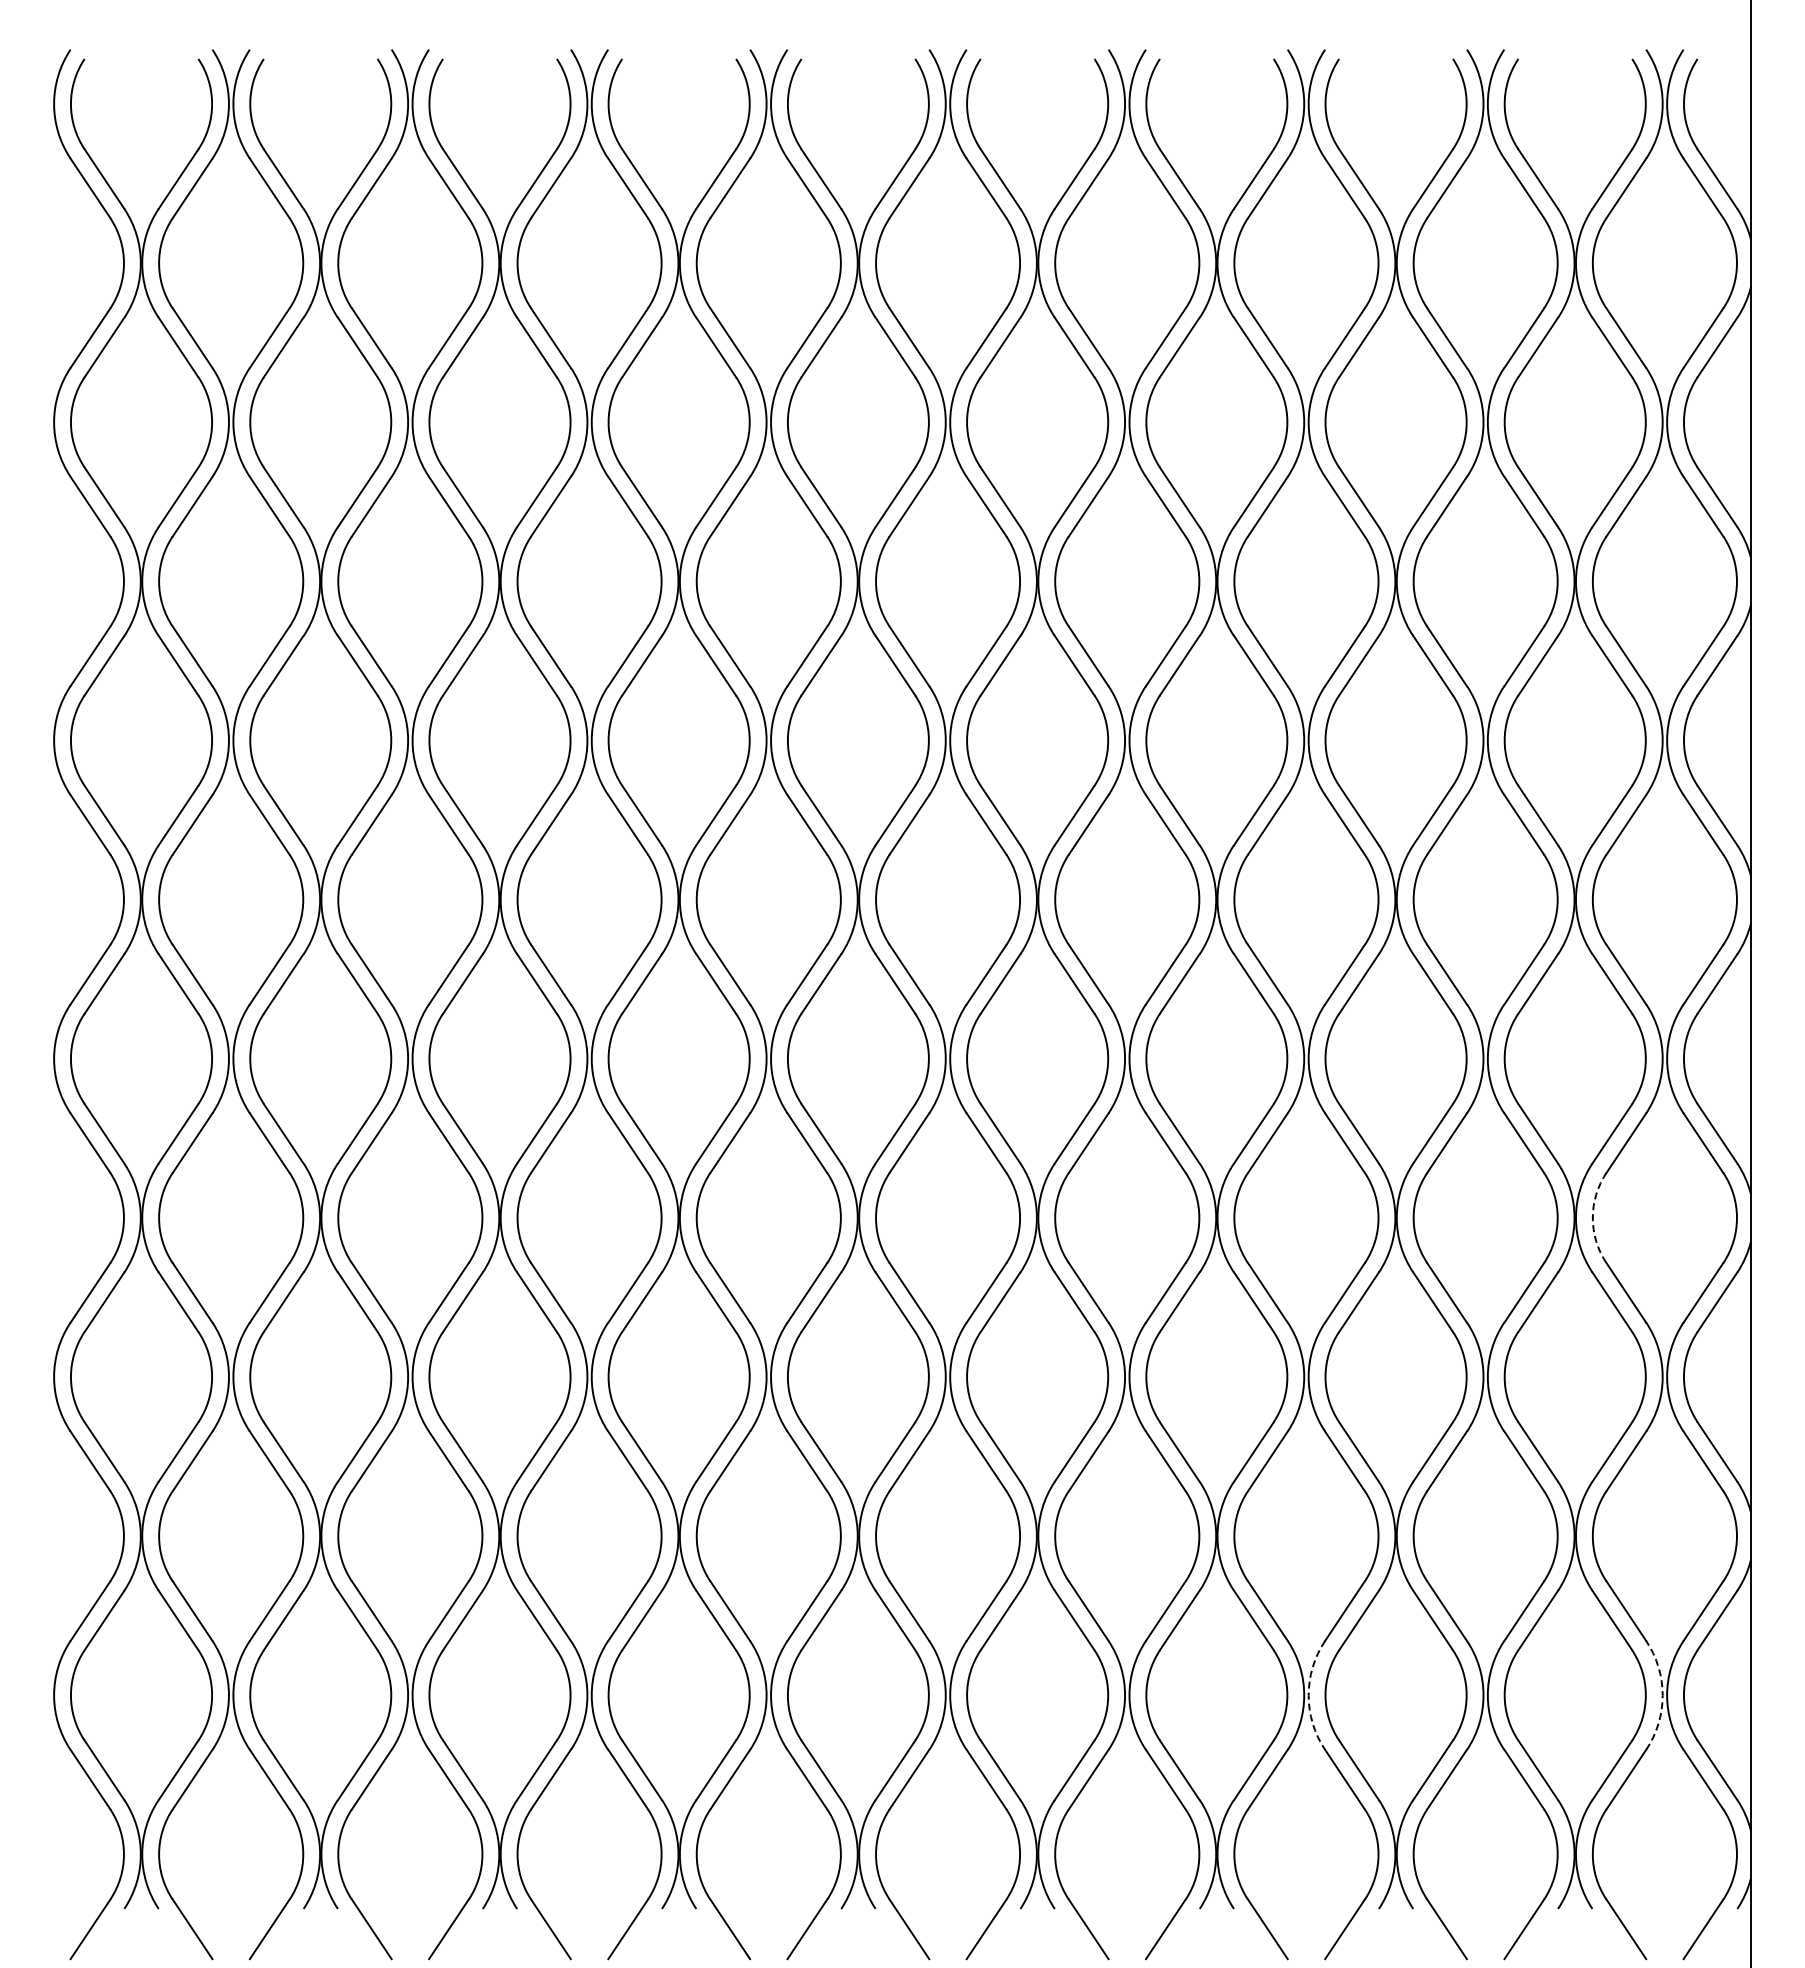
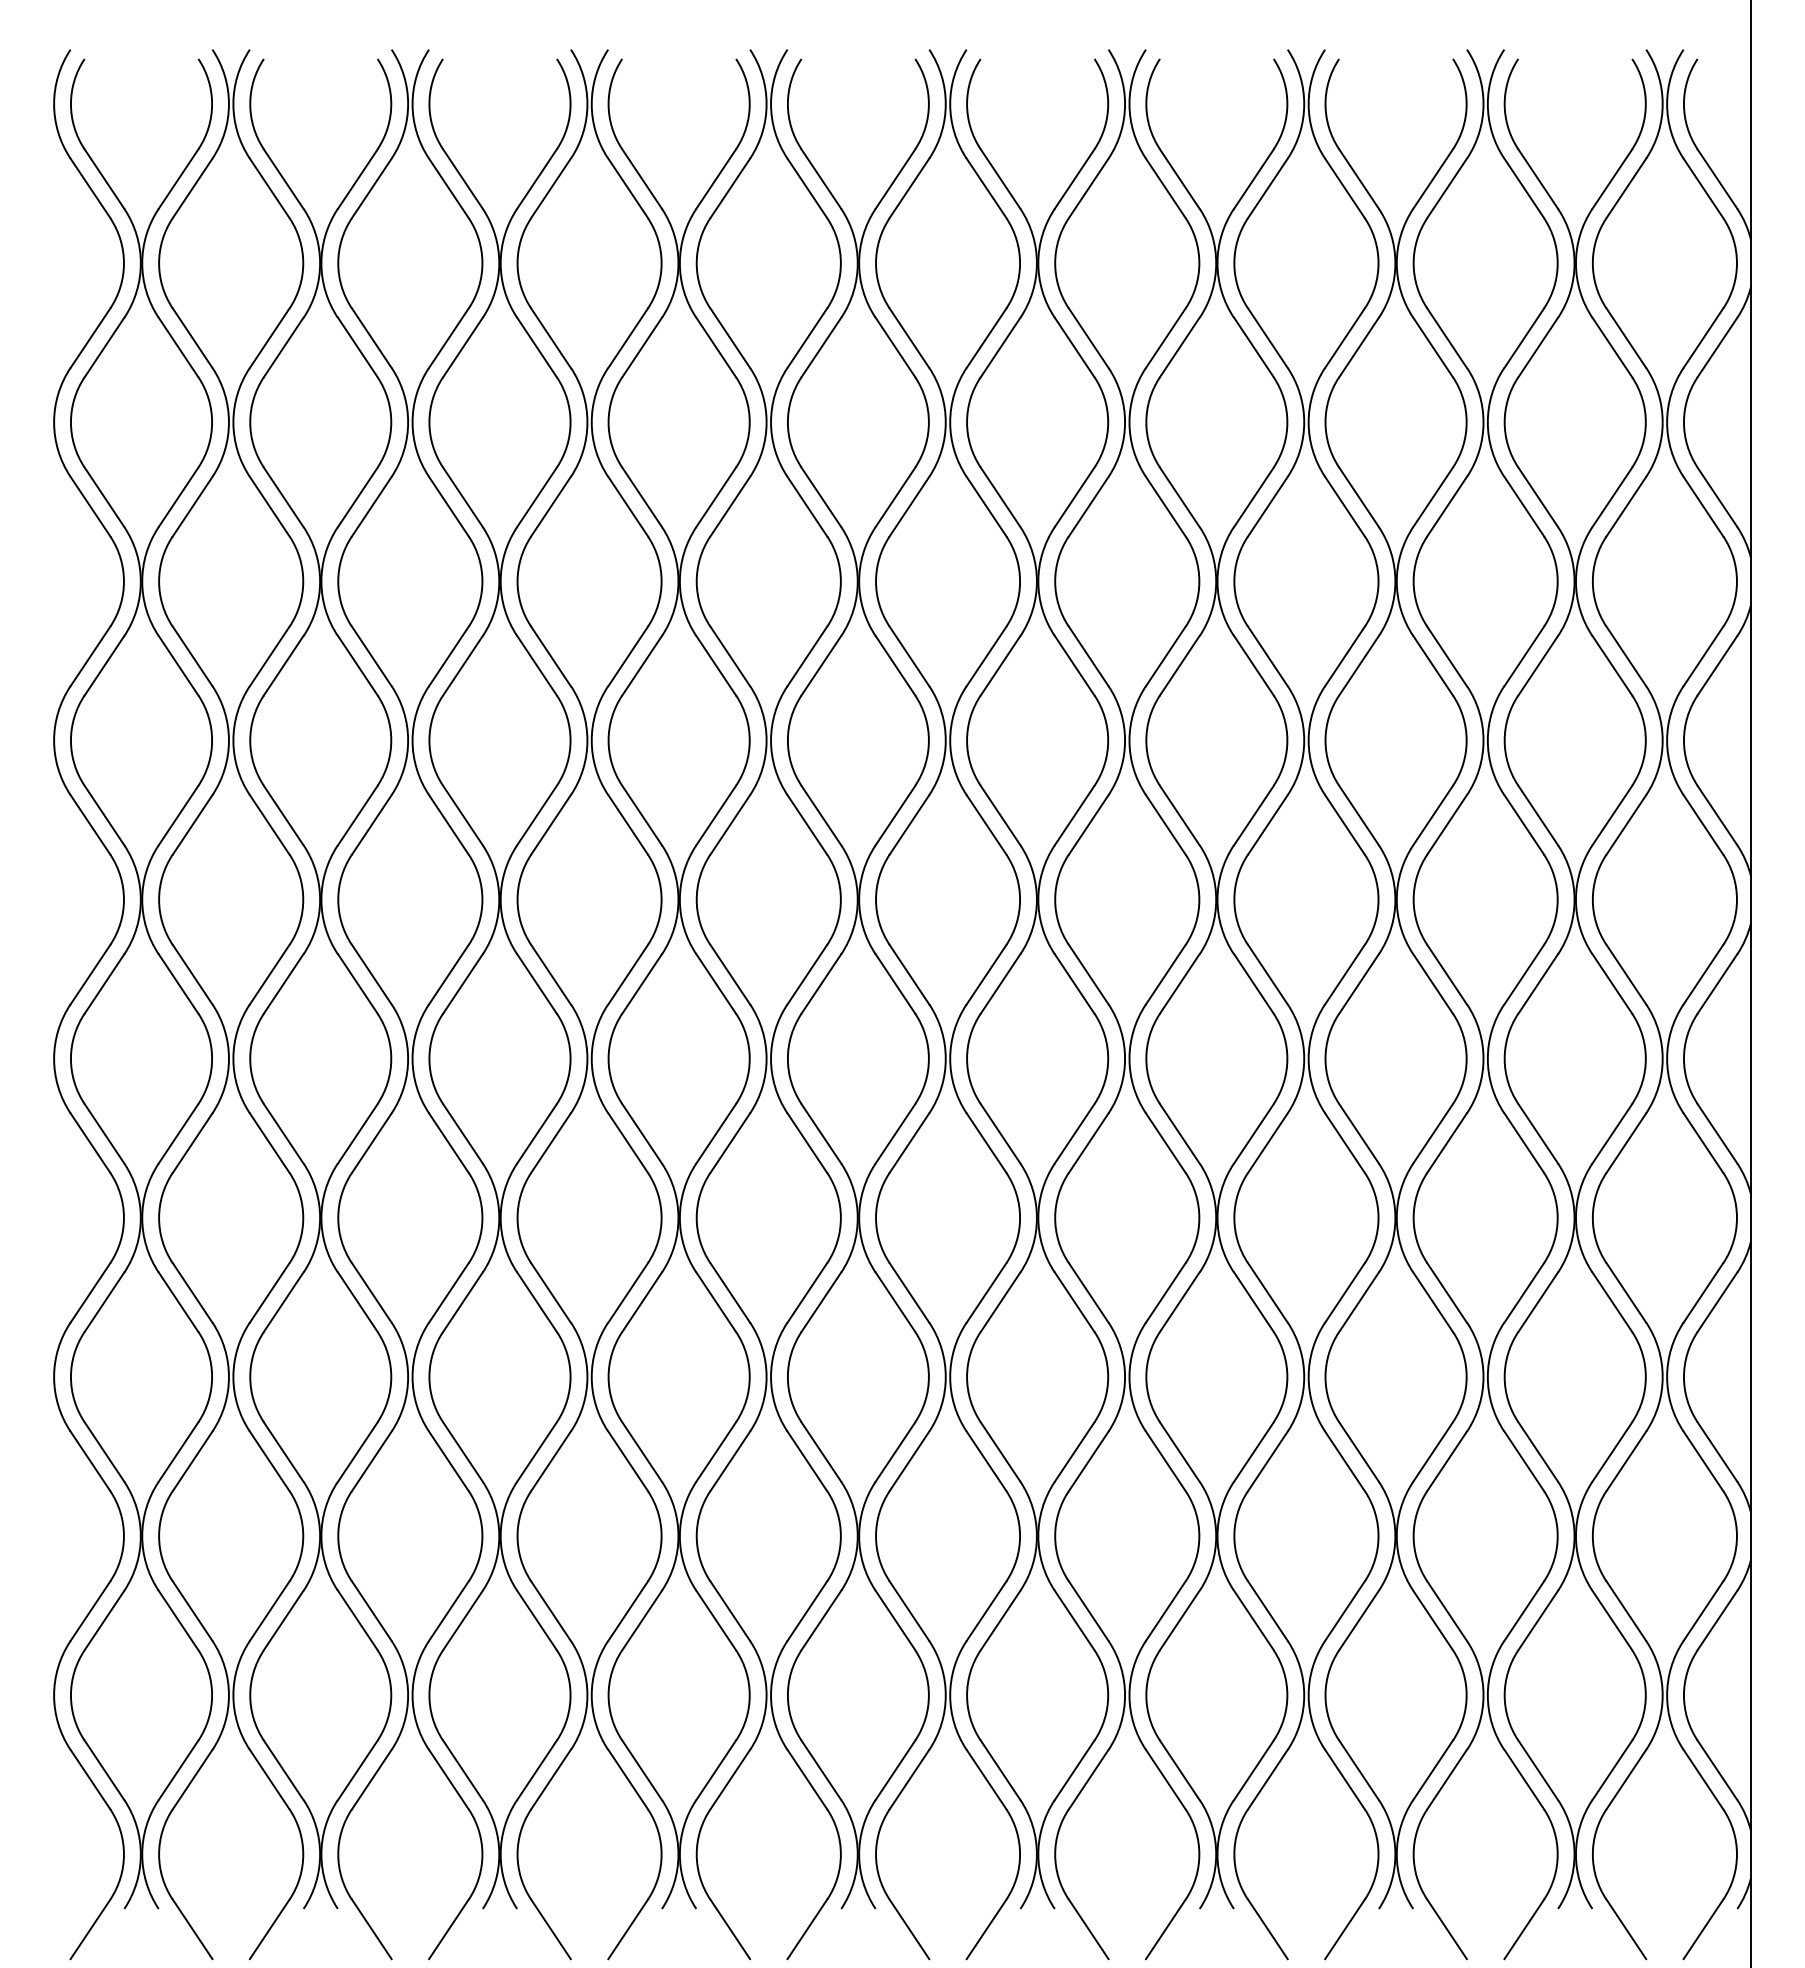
arc at (1592, 1218): dashed -> solid
arc at (1308, 1695): dashed -> solid
arc at (1662, 1695): dashed -> solid
